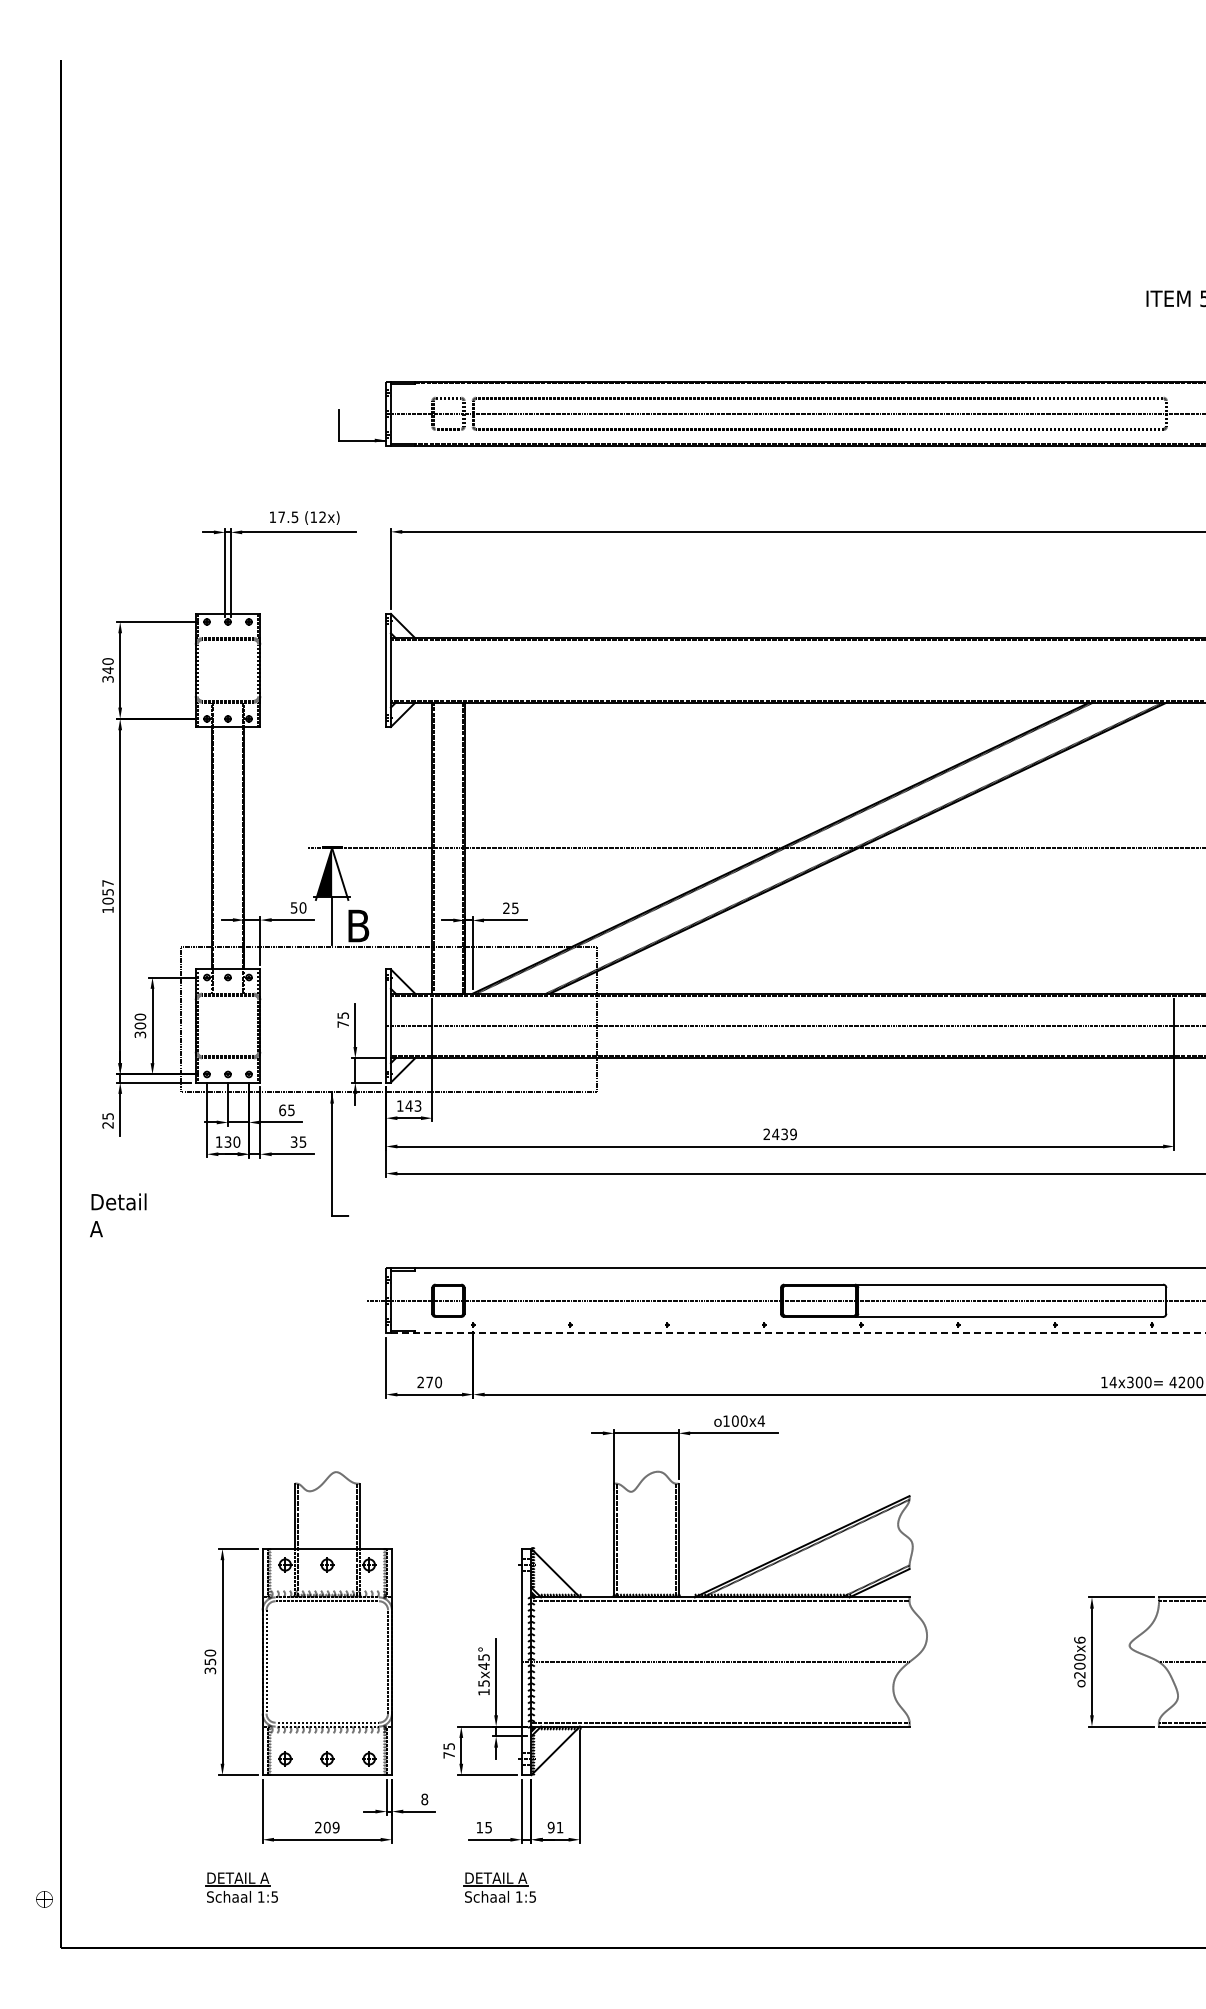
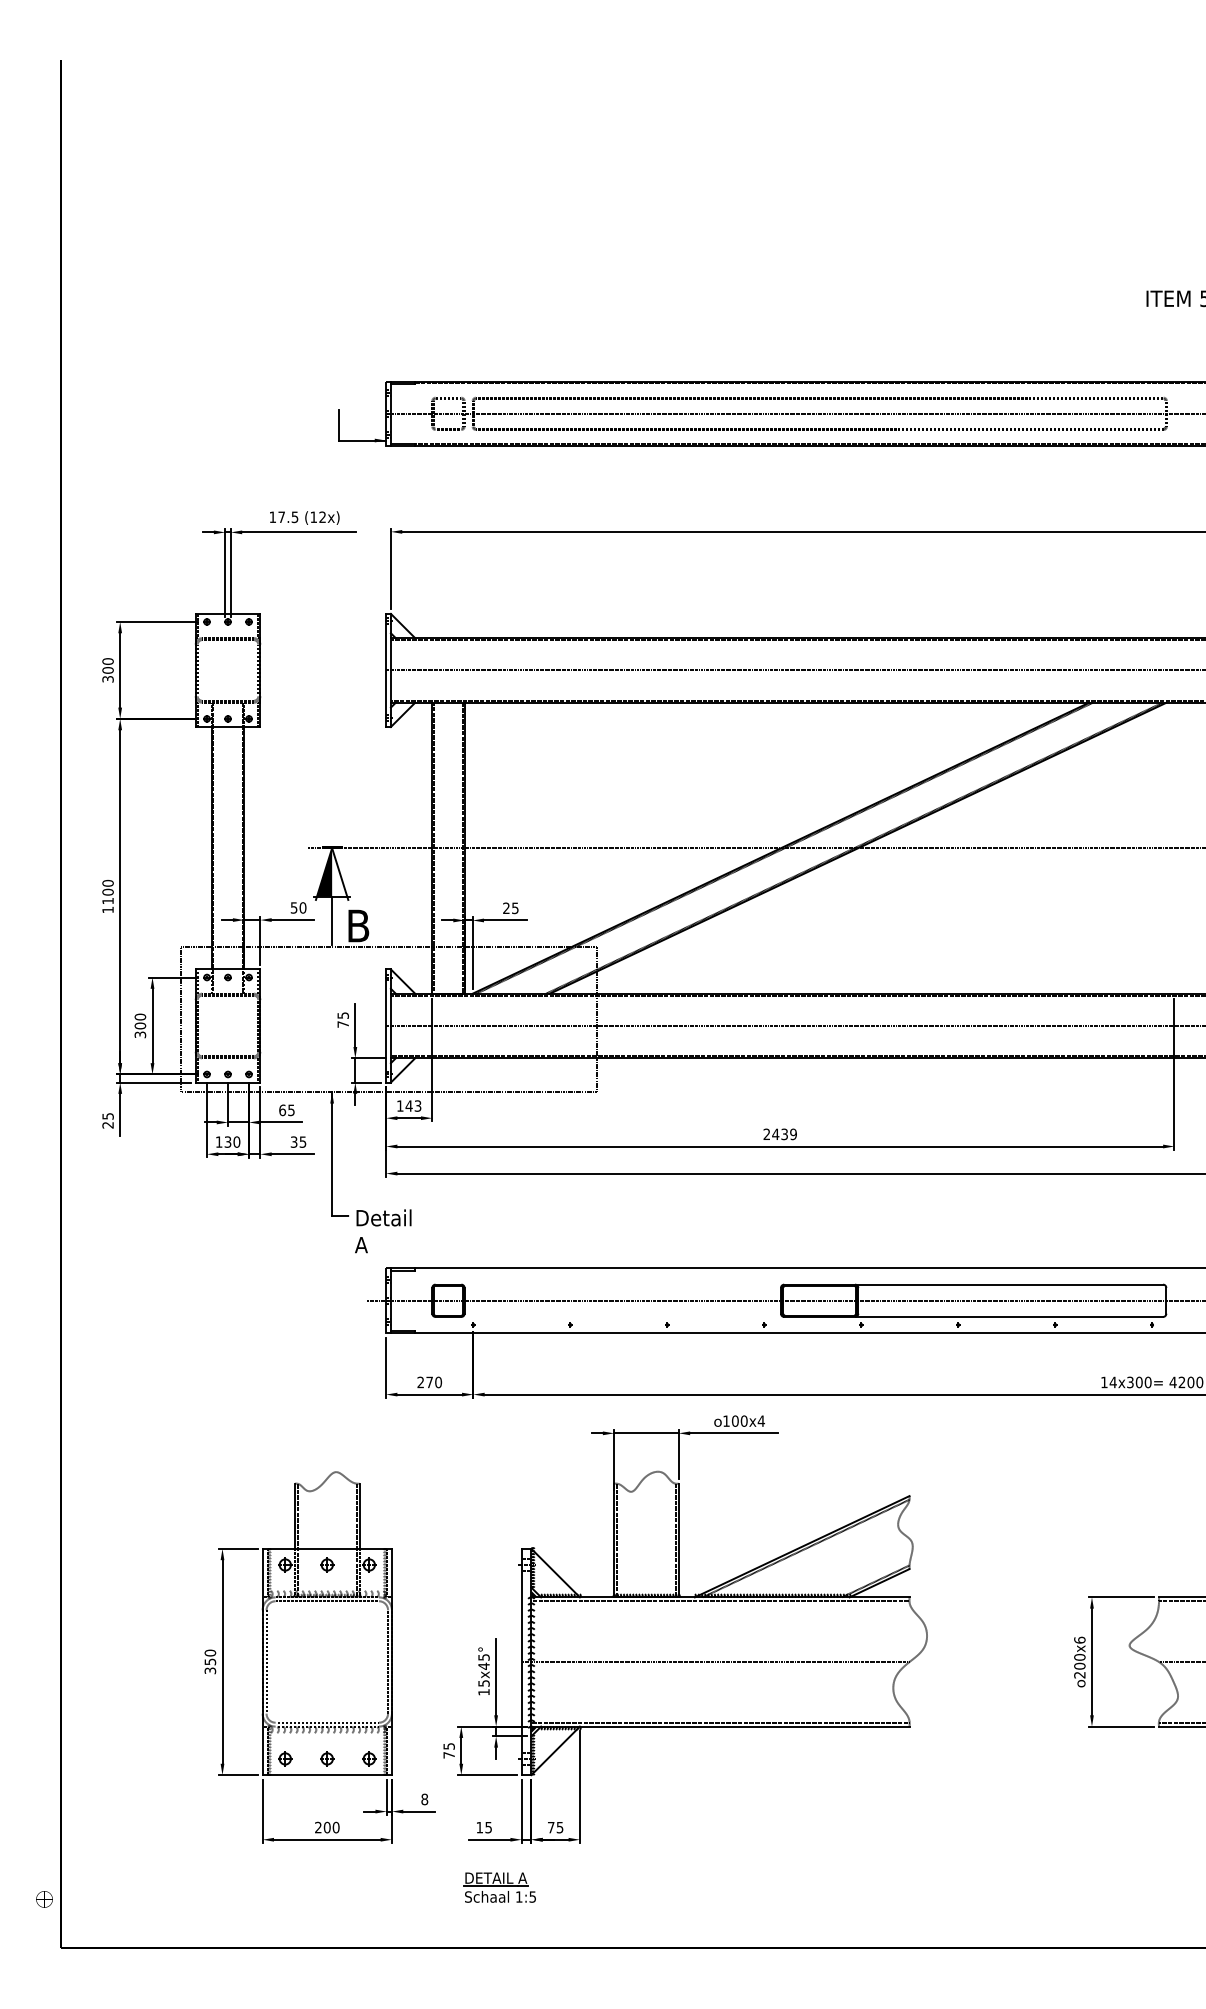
text at (107, 670): 340 -> 300
line at (794, 670): none -> present
text at (107, 891): 1057 -> 1100
text at (118, 1215) position: (118, 1215) -> (383, 1231)
line at (798, 1333): dashed -> solid
text at (335, 1827): 209 -> 200
text at (555, 1827): 91 -> 75
part at (241, 1887): present -> none
